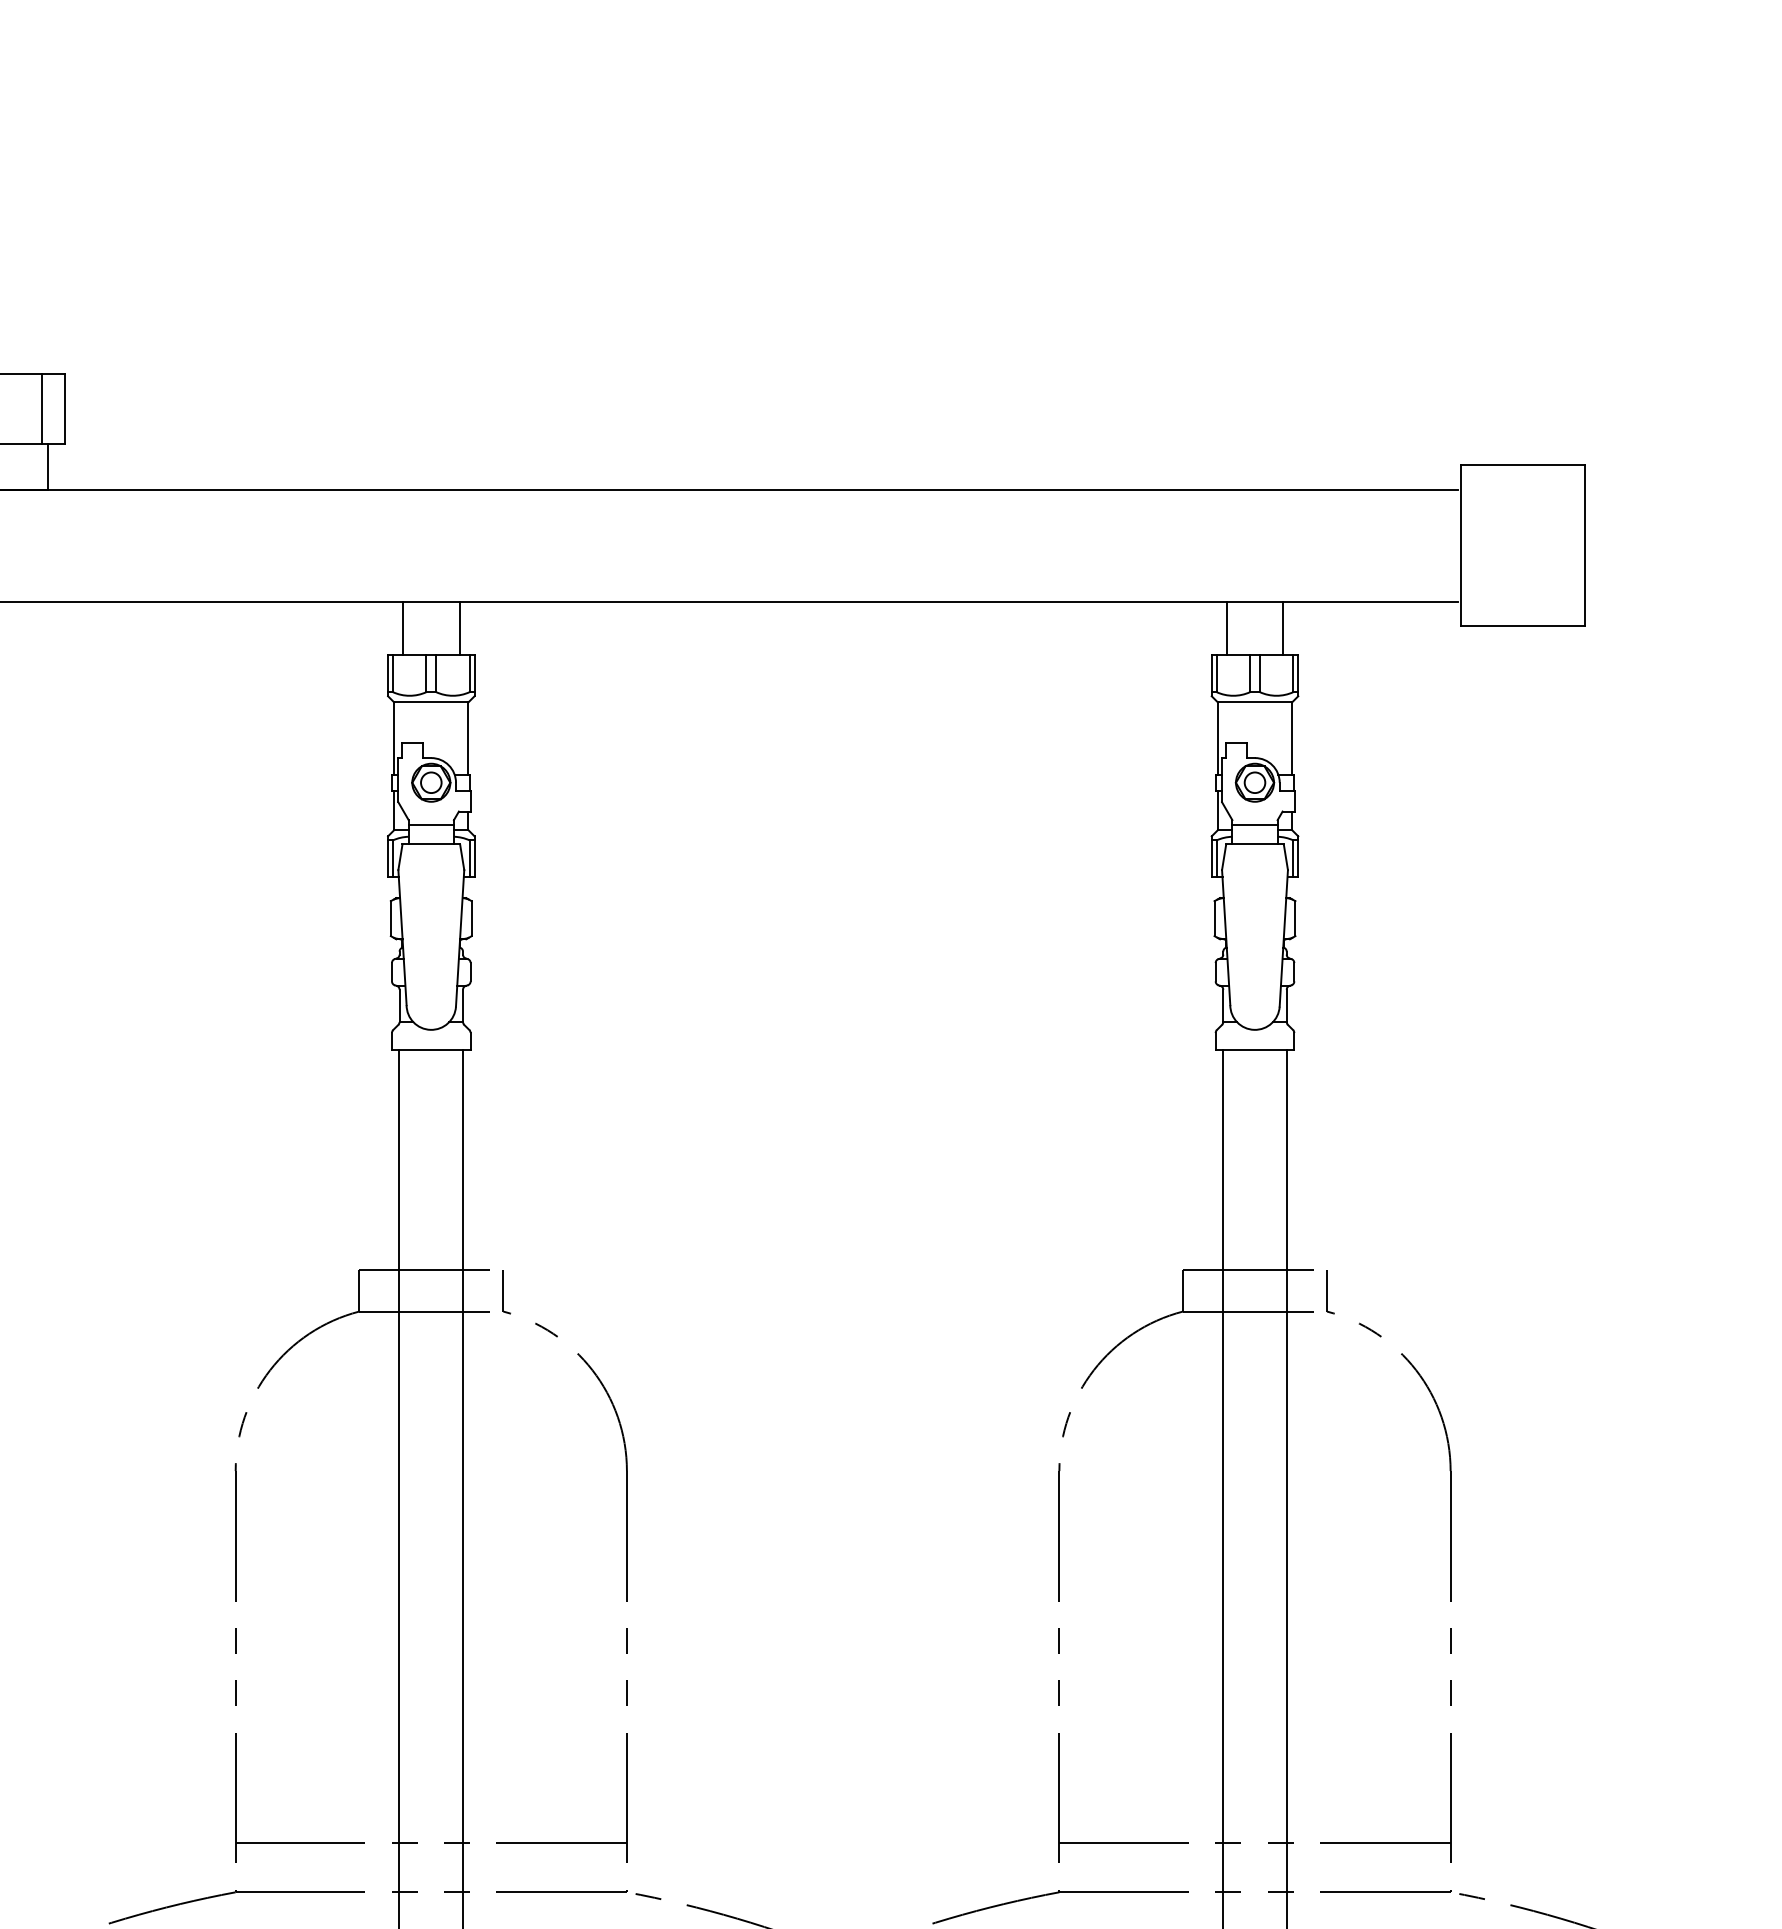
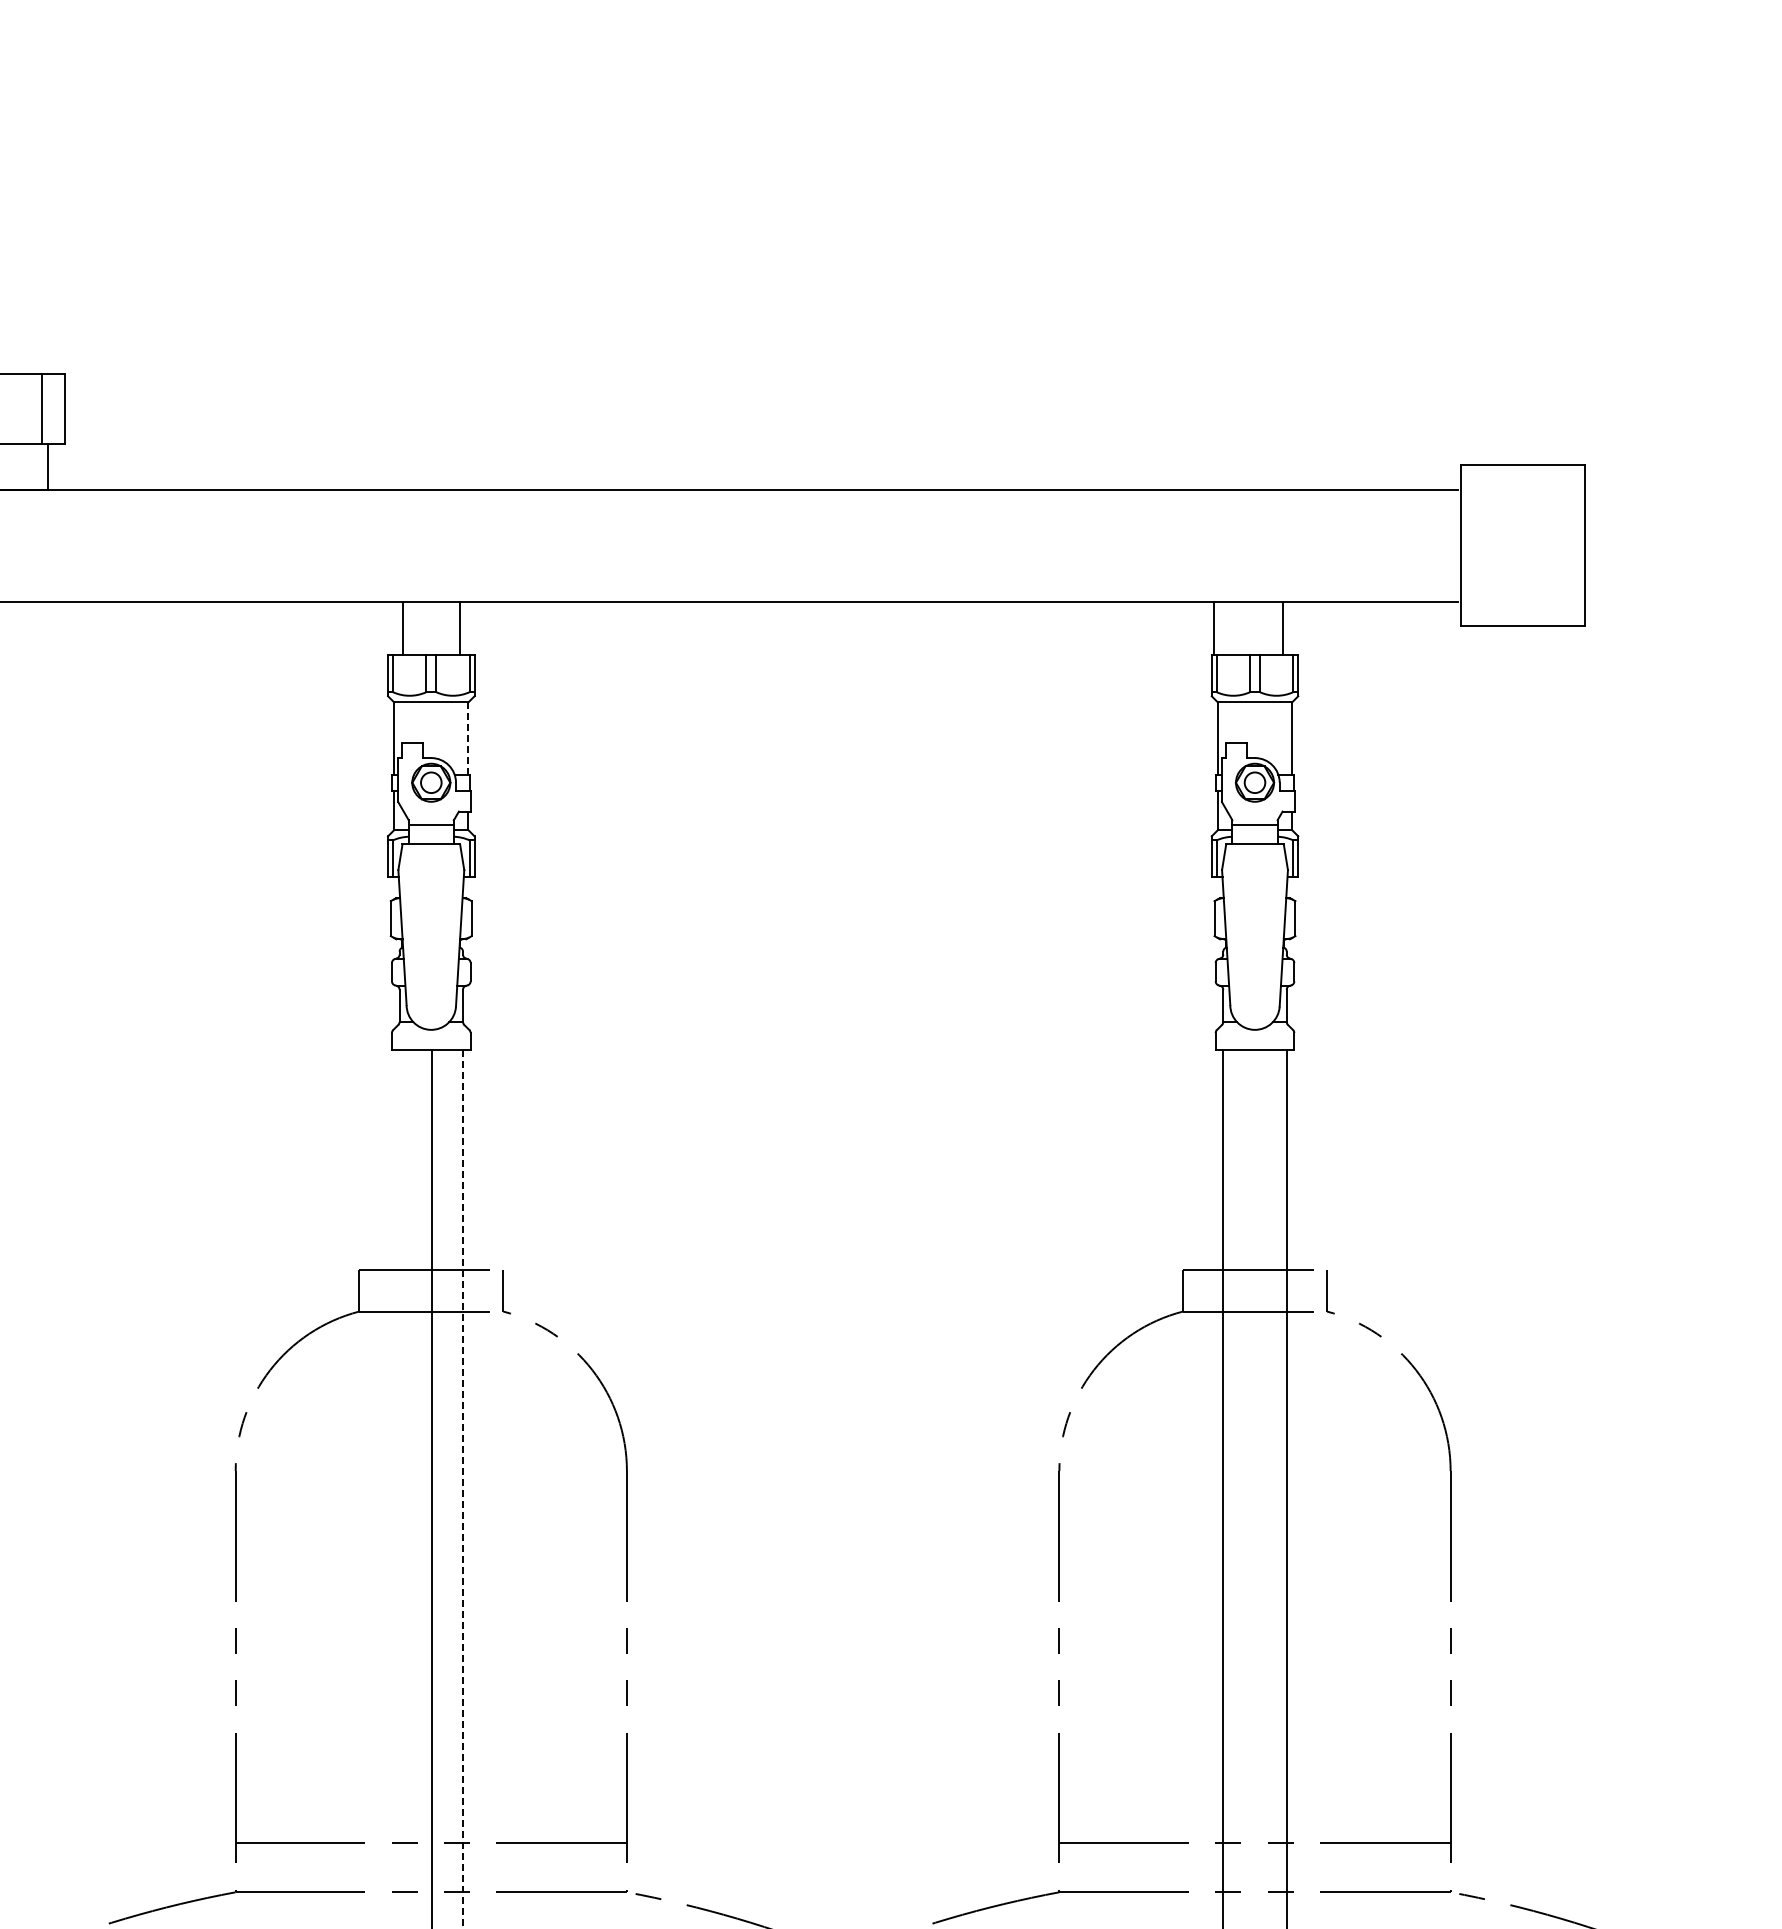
line at (1226, 628) position: (1226, 628) -> (1213, 628)
line at (468, 738): solid -> dashed
line at (399, 1487) position: (399, 1487) -> (432, 1487)
line at (463, 1489): solid -> dashed
